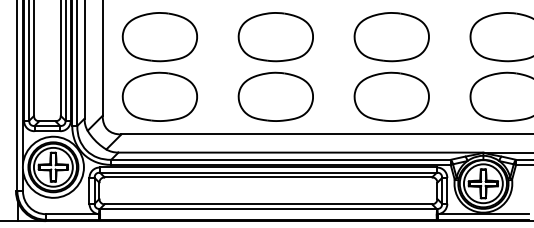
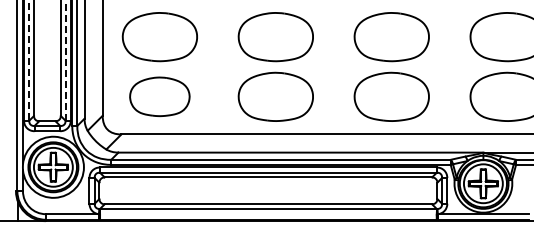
line at (29, 60): solid -> dashed
line at (65, 60): solid -> dashed
part at (159, 96) size: 77x51 px -> 62x42 px
